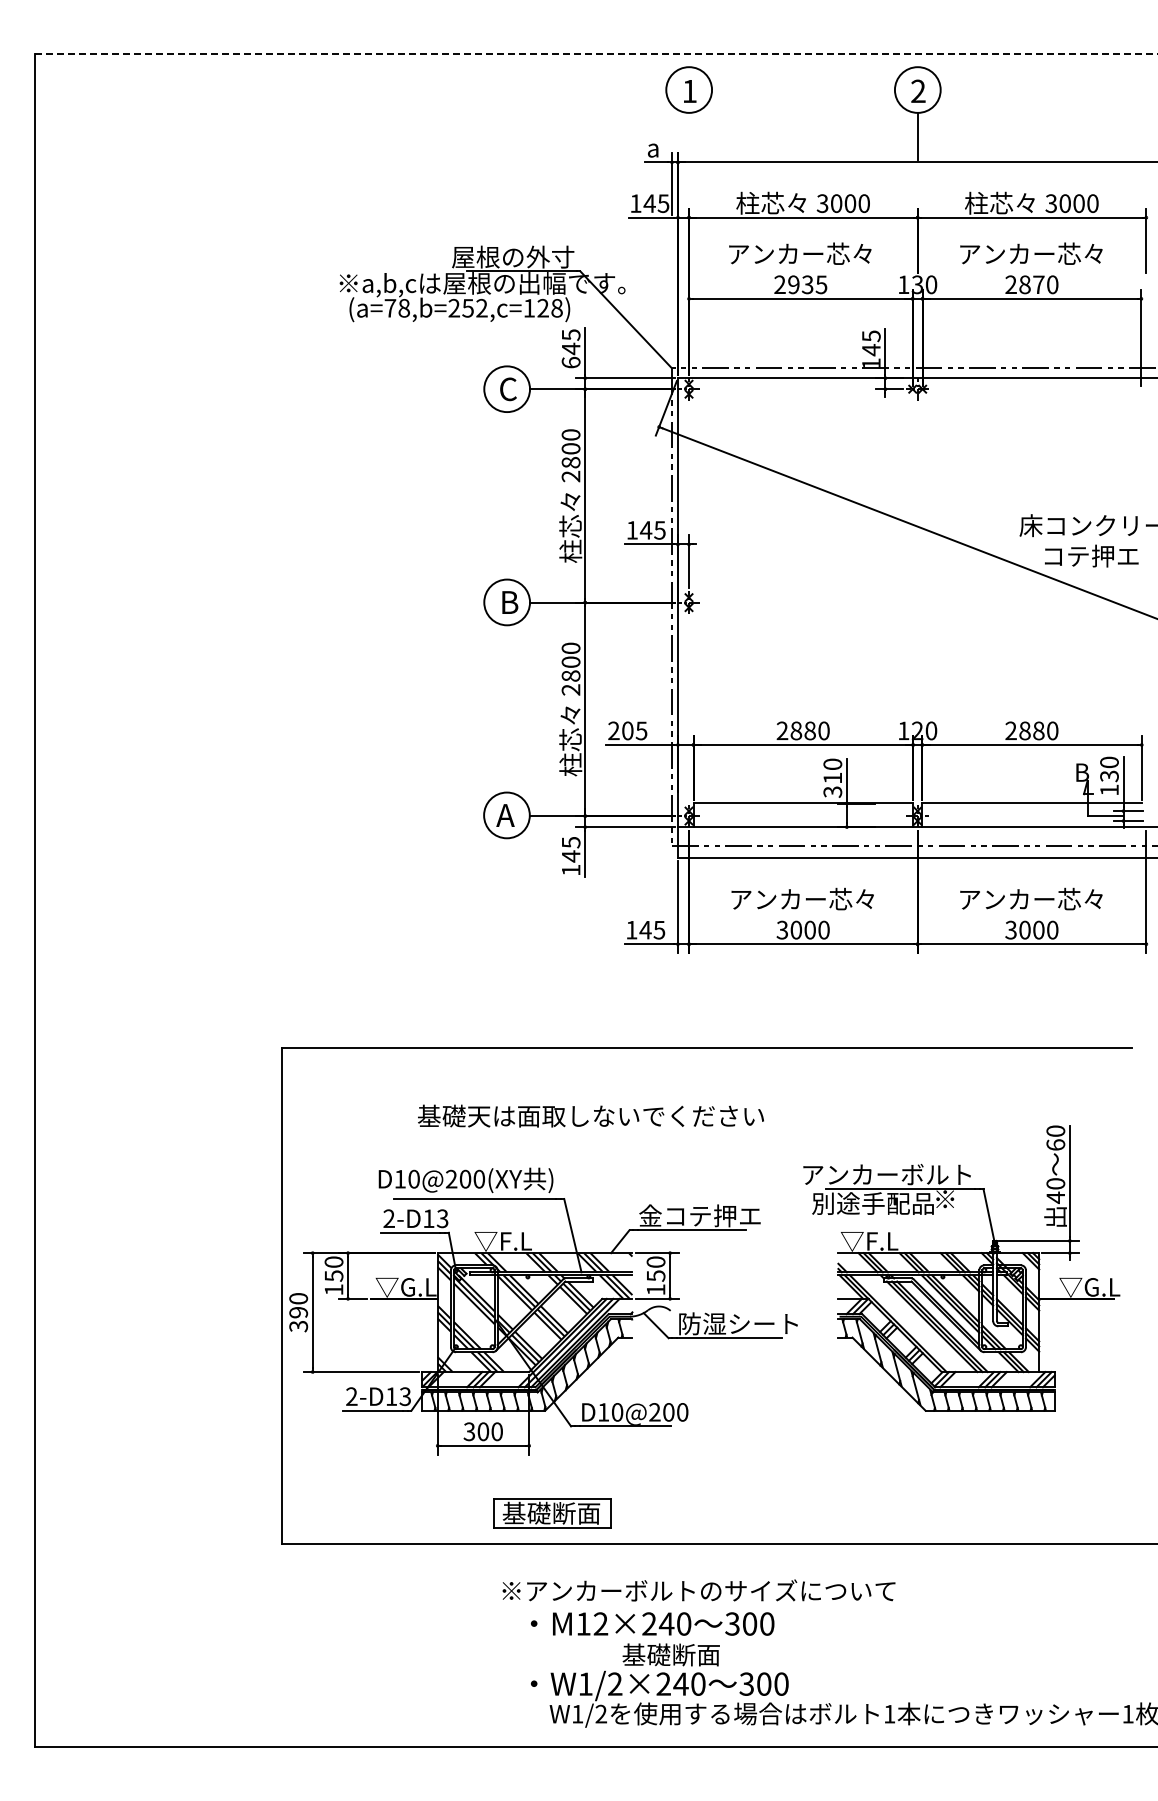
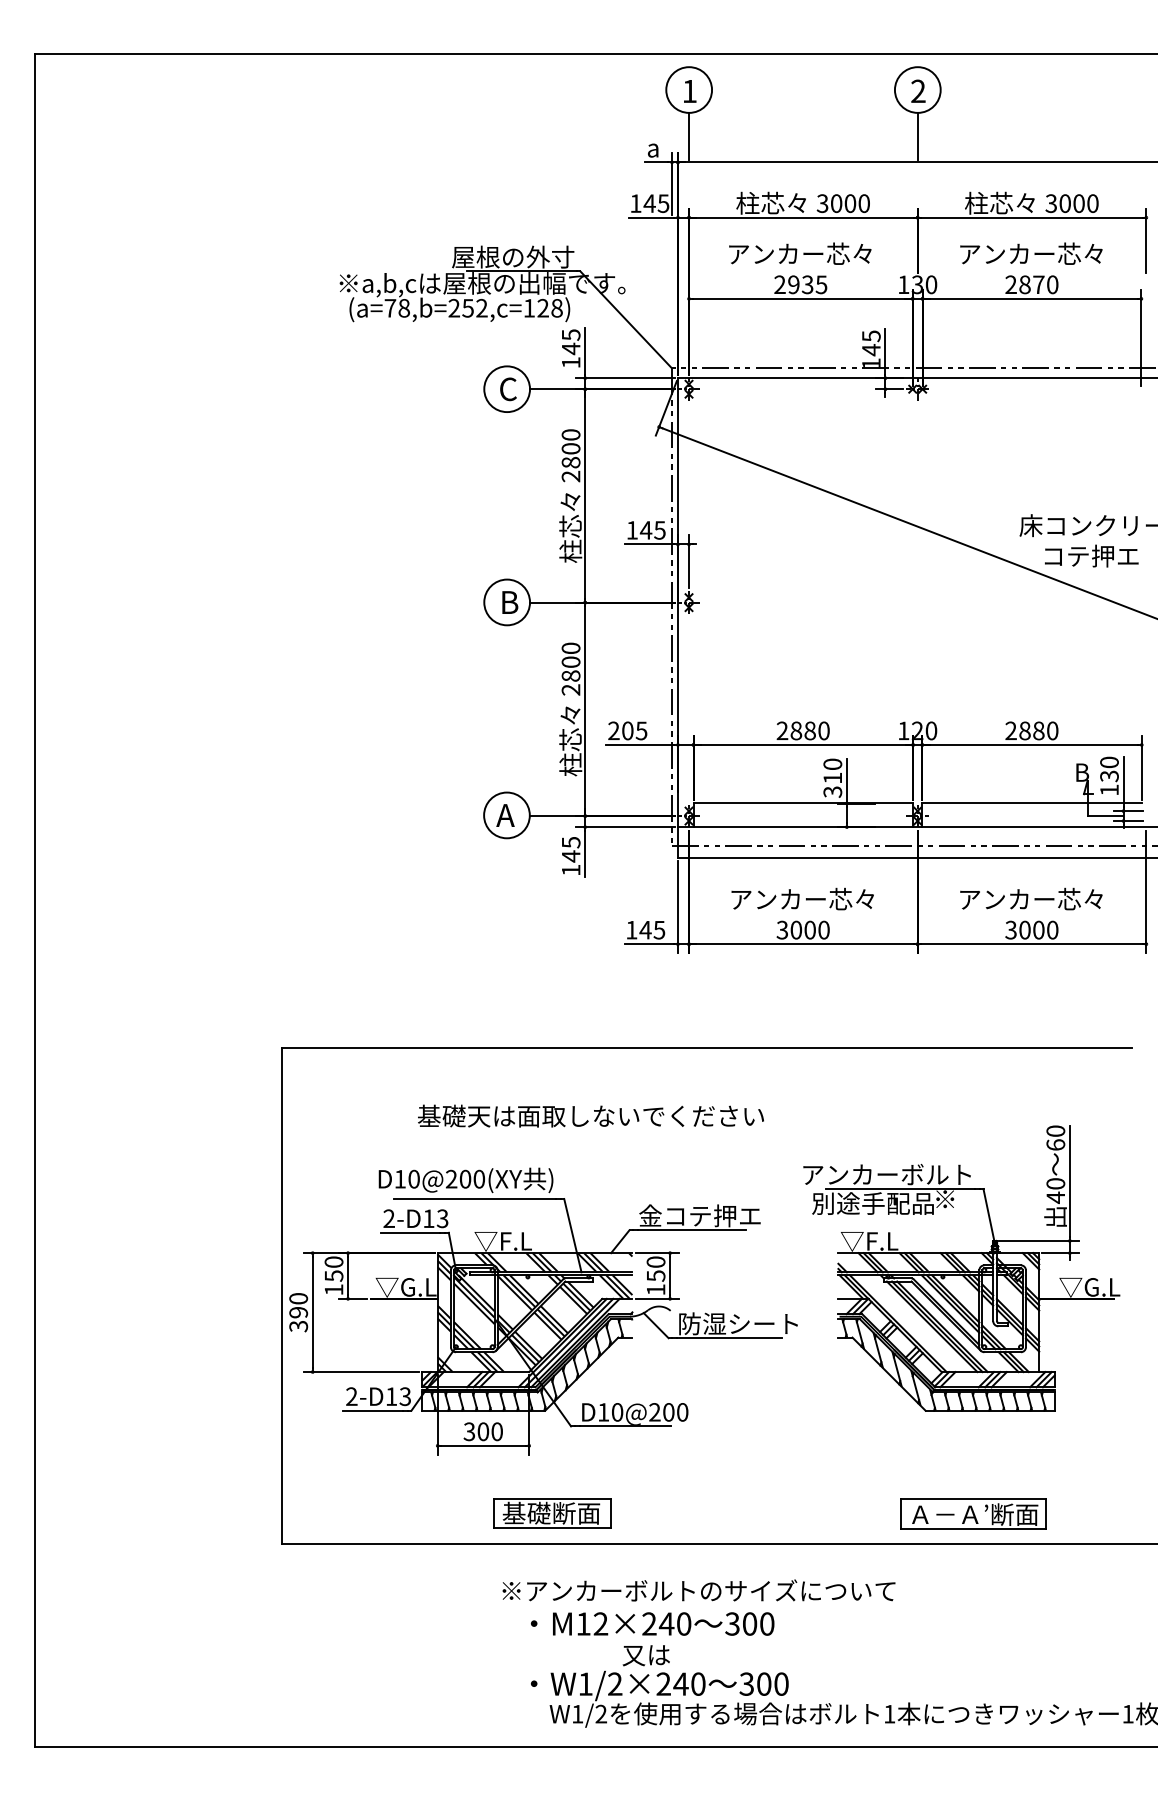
line at (596, 54): dashed -> solid
line at (689, 136): none -> present
text at (570, 362): 645 -> 145
part at (973, 1513): none -> present
text at (670, 1654): 基礎断面 -> 又は
